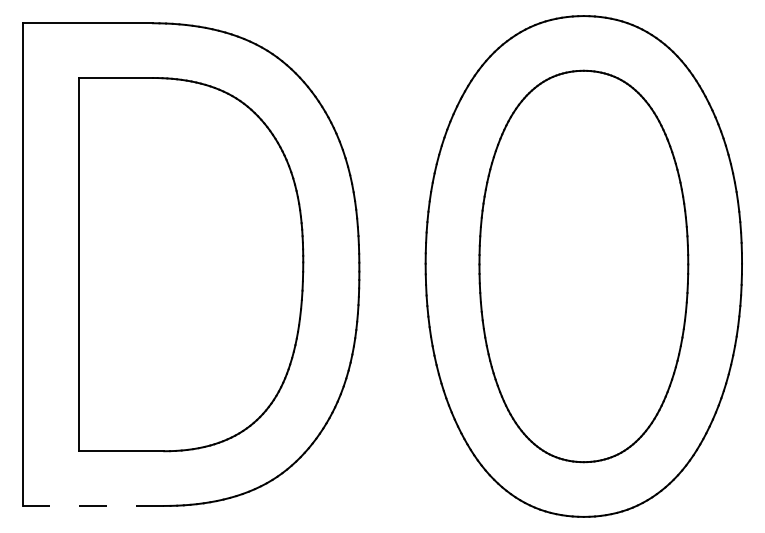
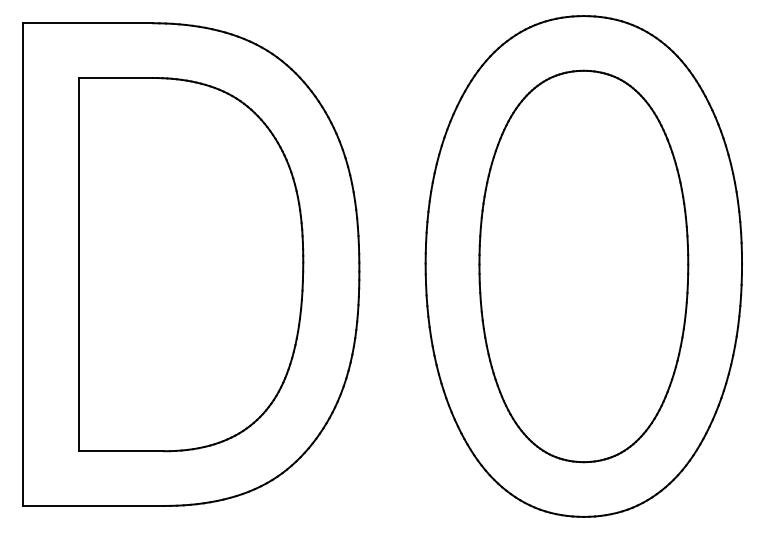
line at (93, 505): dashed -> solid
